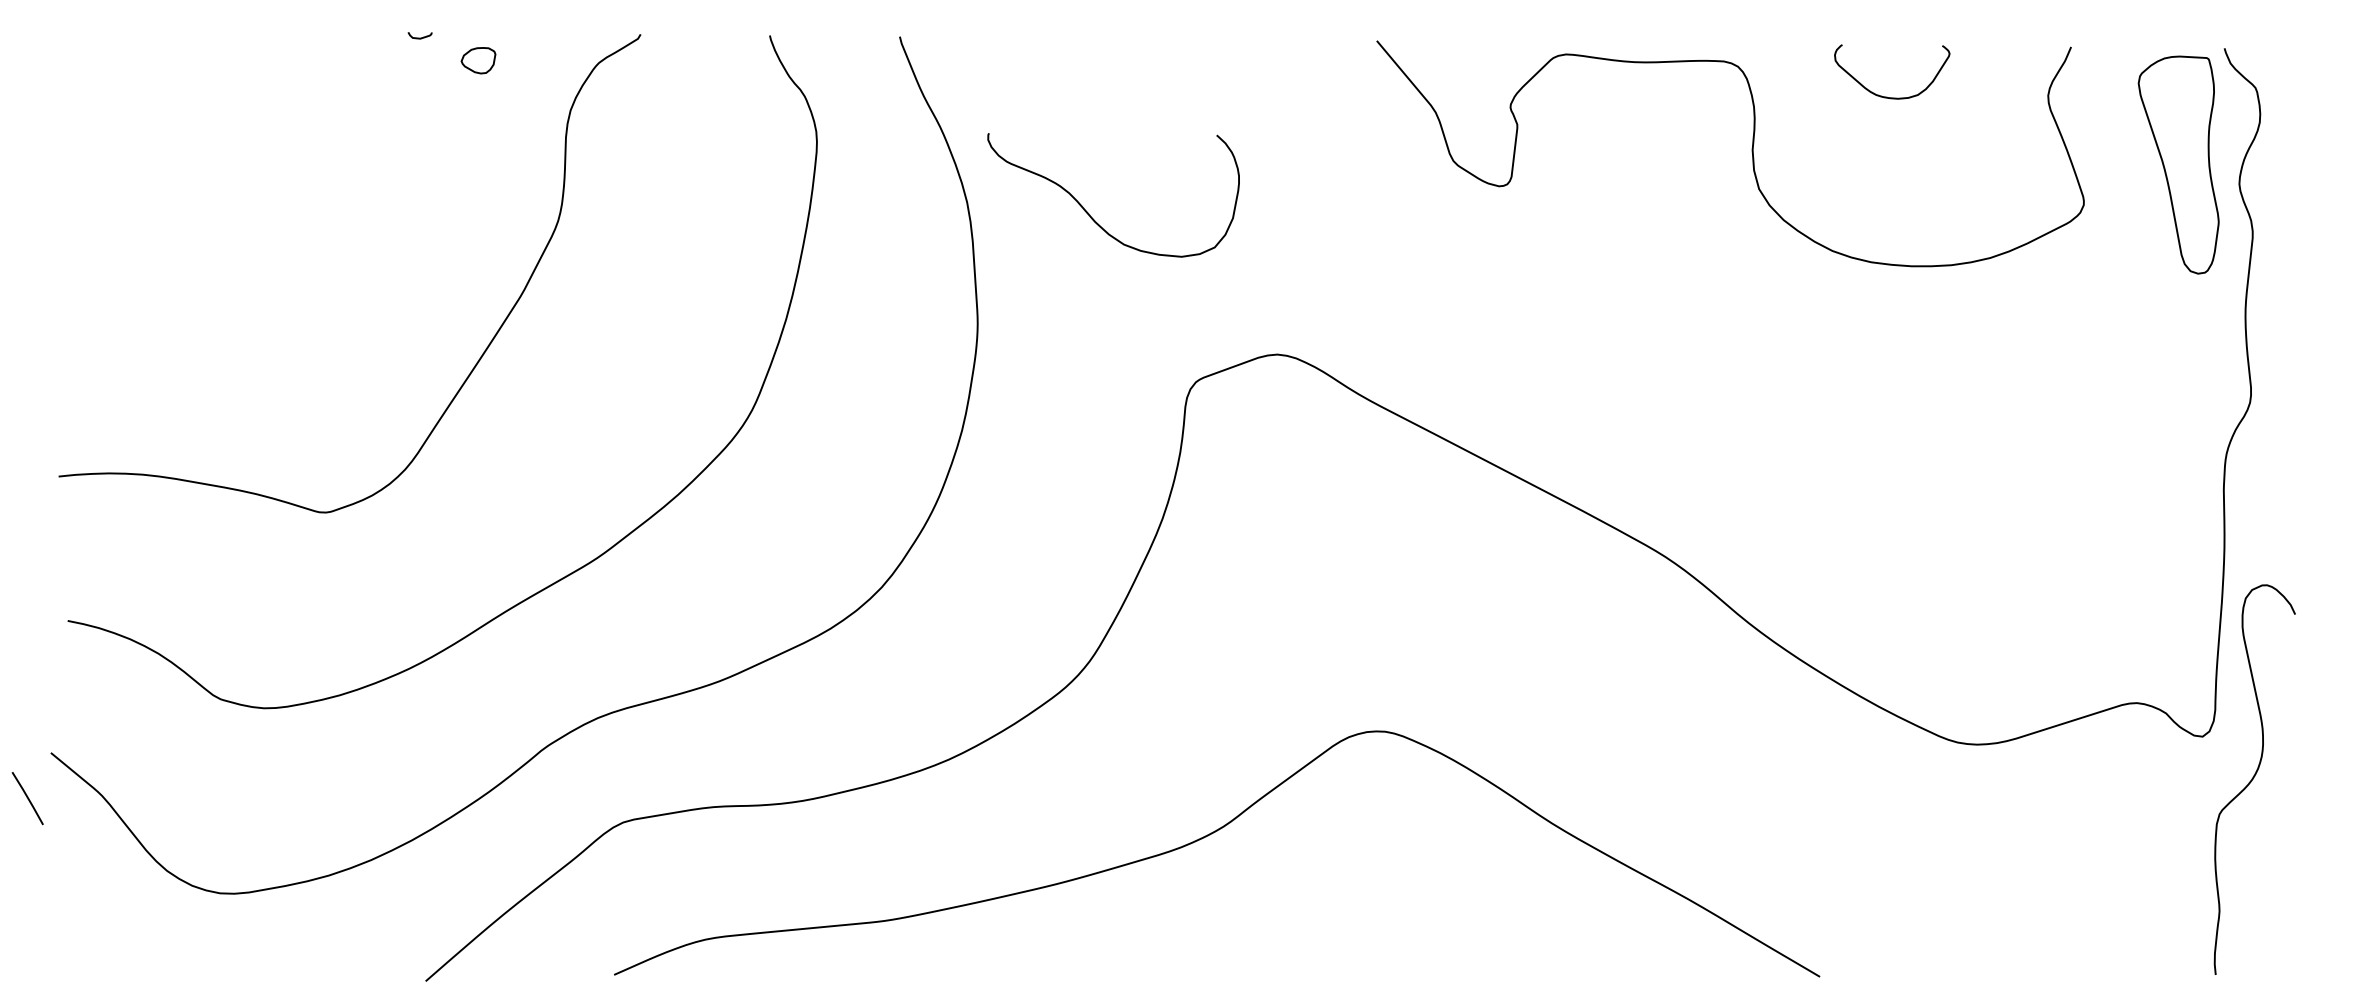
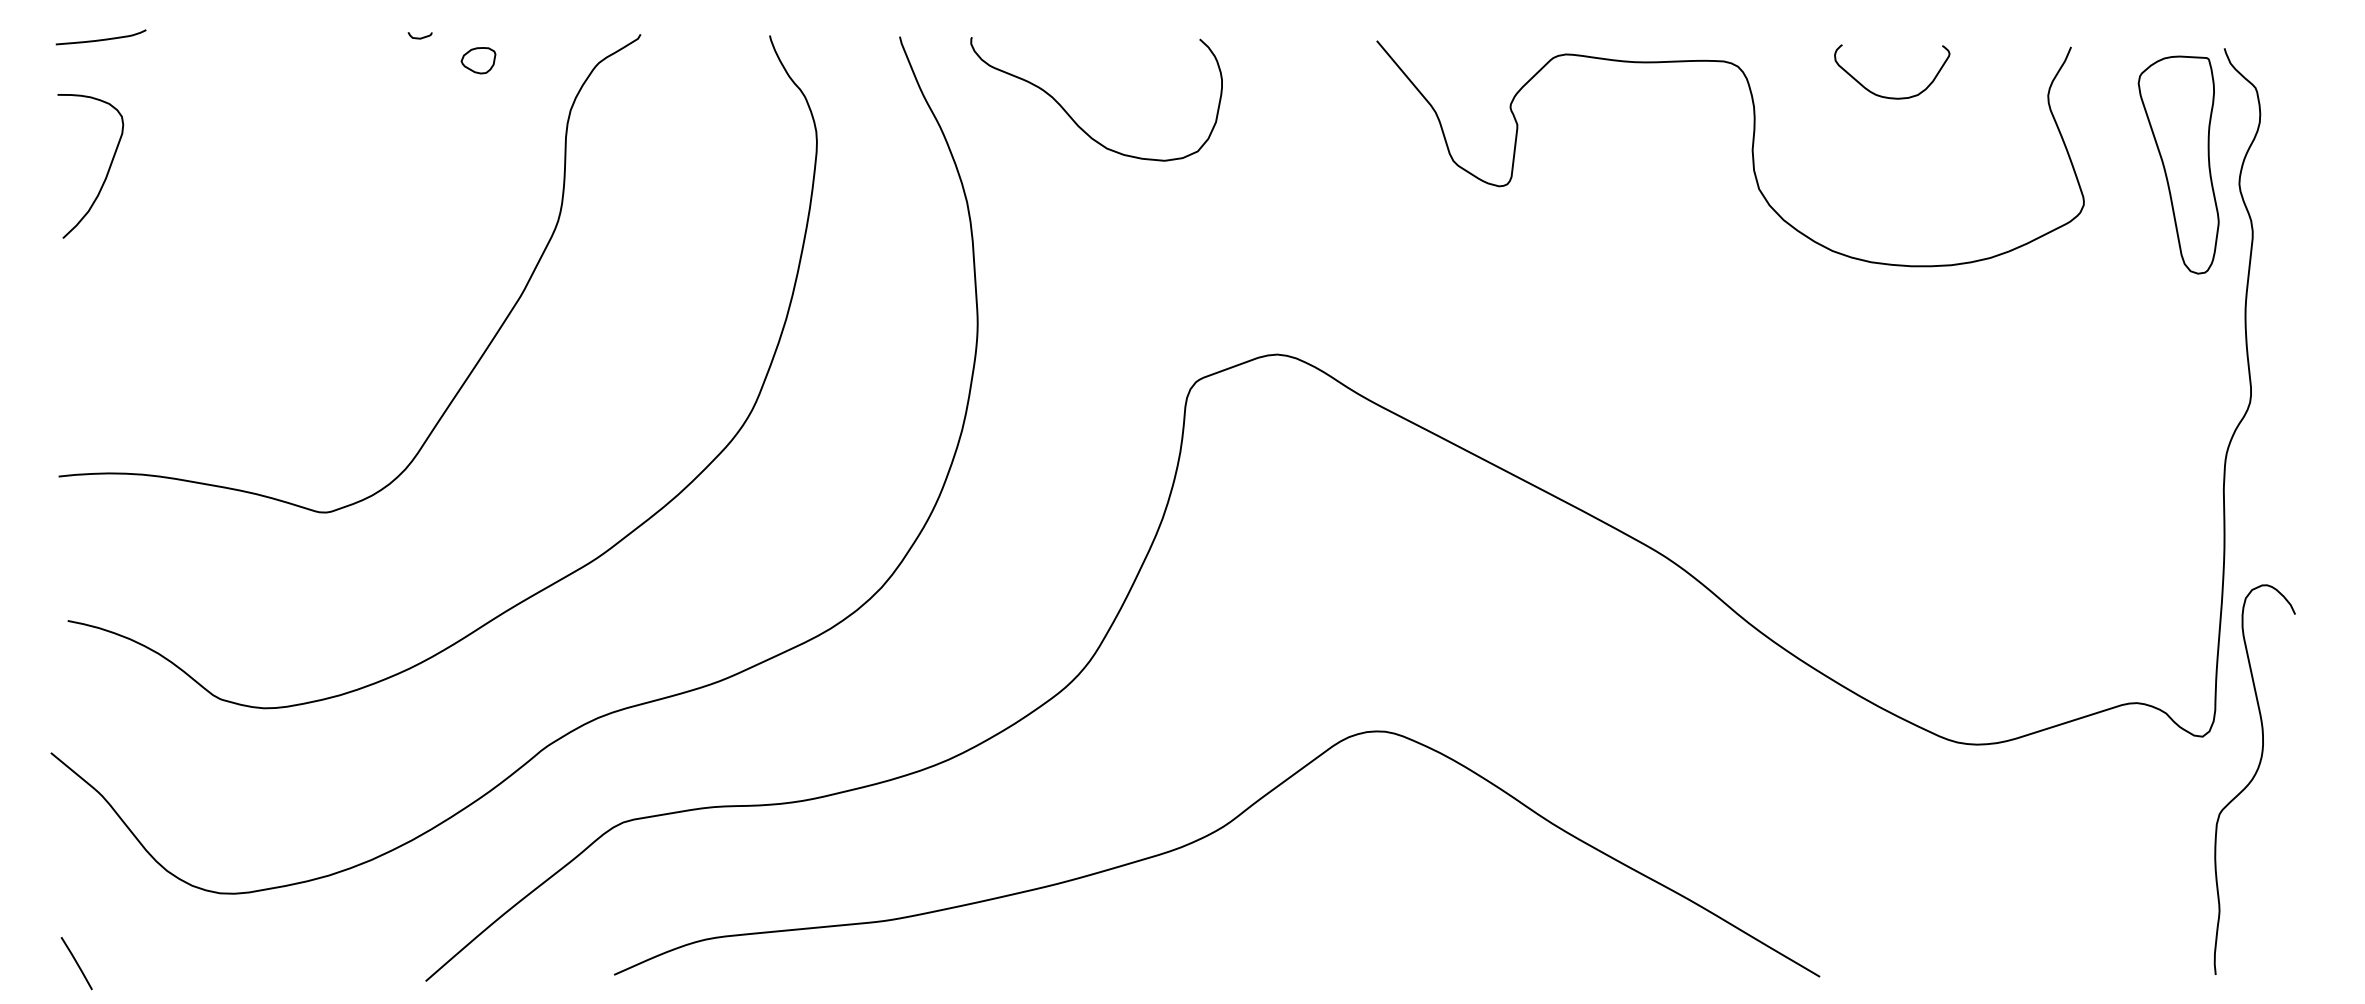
curve at (100, 39): none -> present
curve at (107, 170): none -> present
curve at (1089, 213) position: (1089, 213) -> (1072, 117)
line at (27, 798) position: (27, 798) -> (76, 963)
